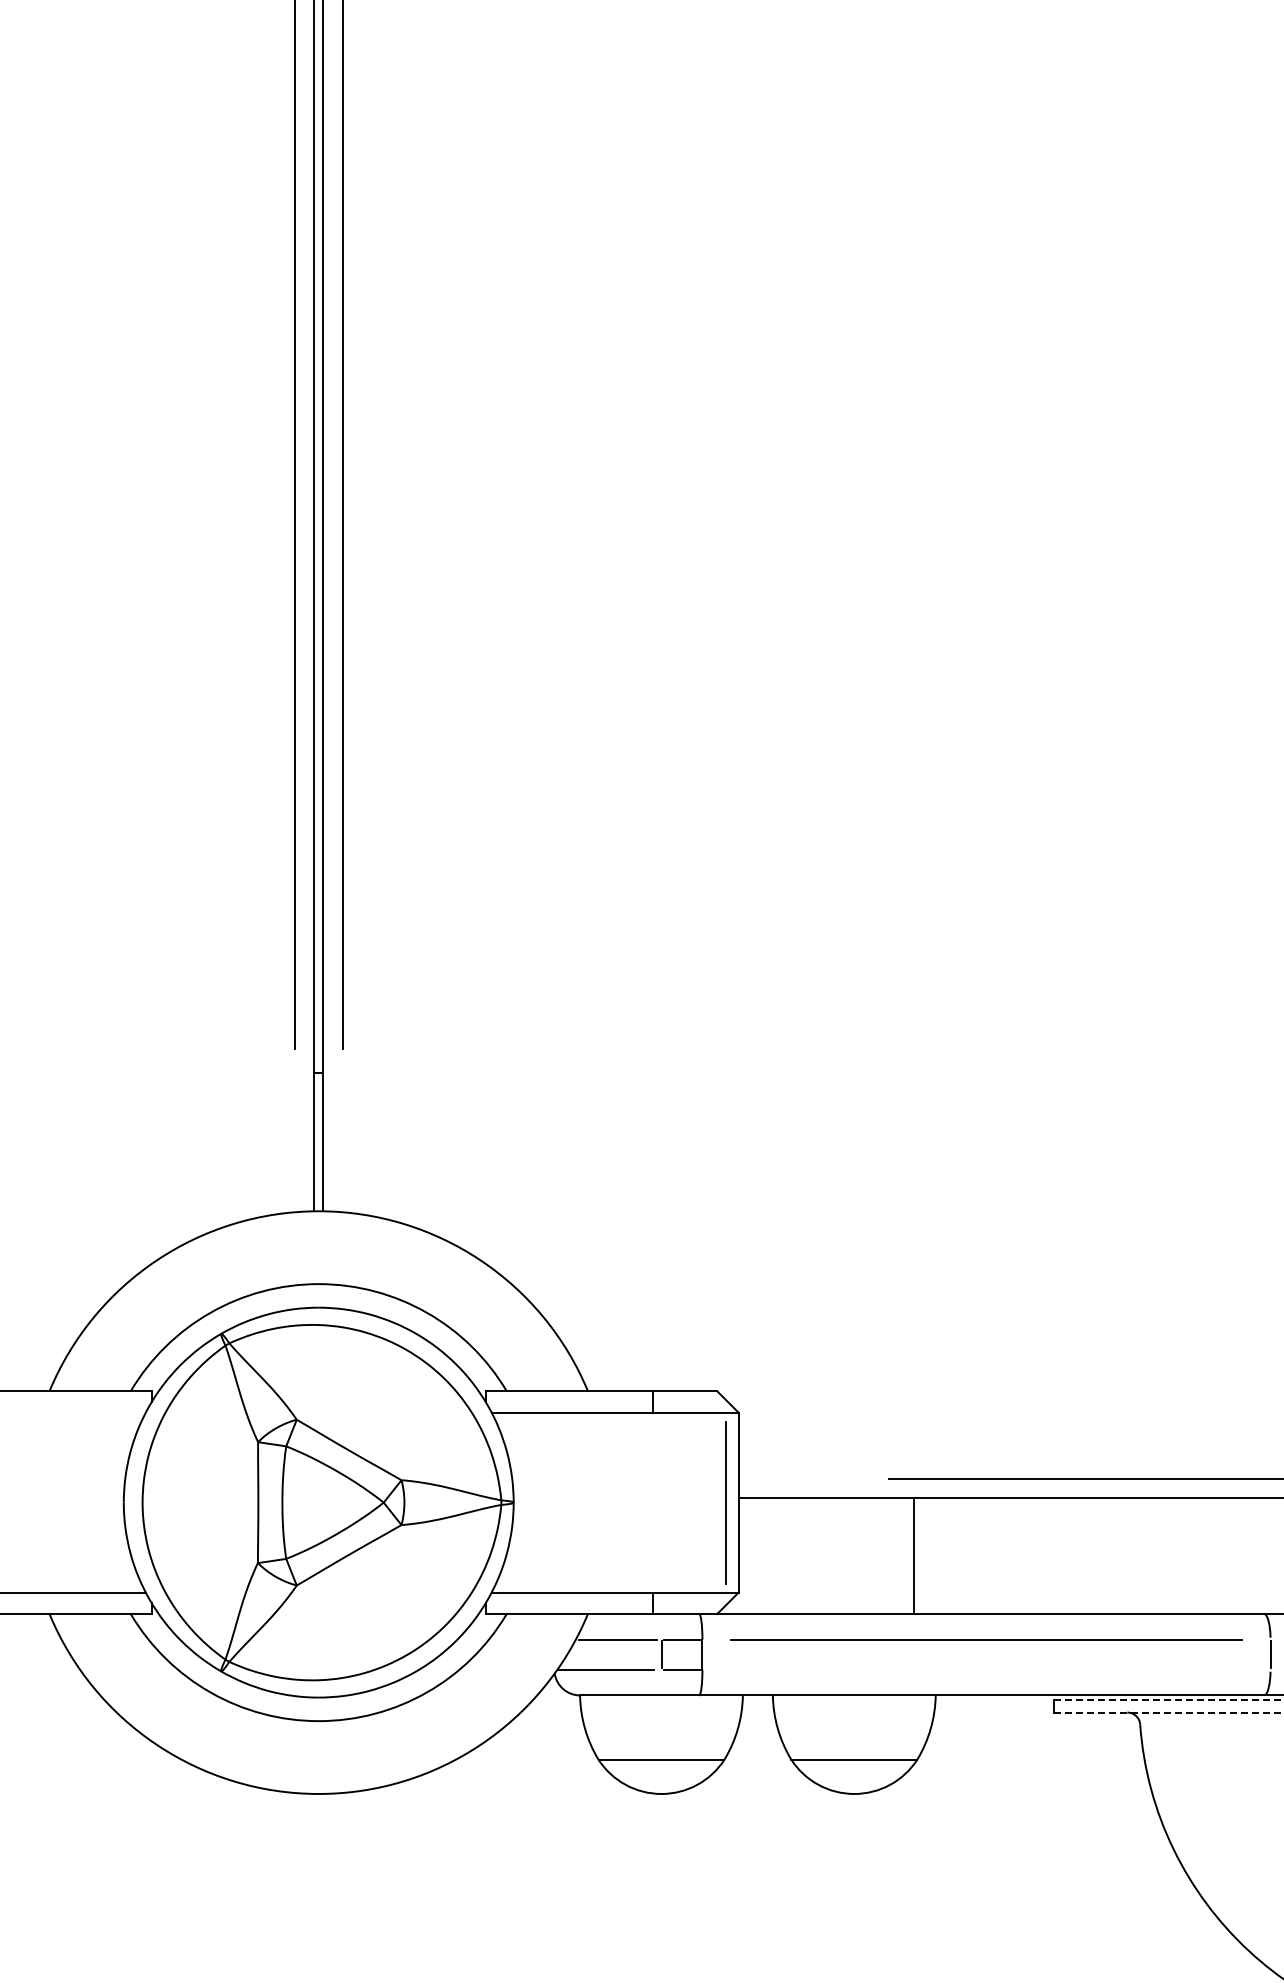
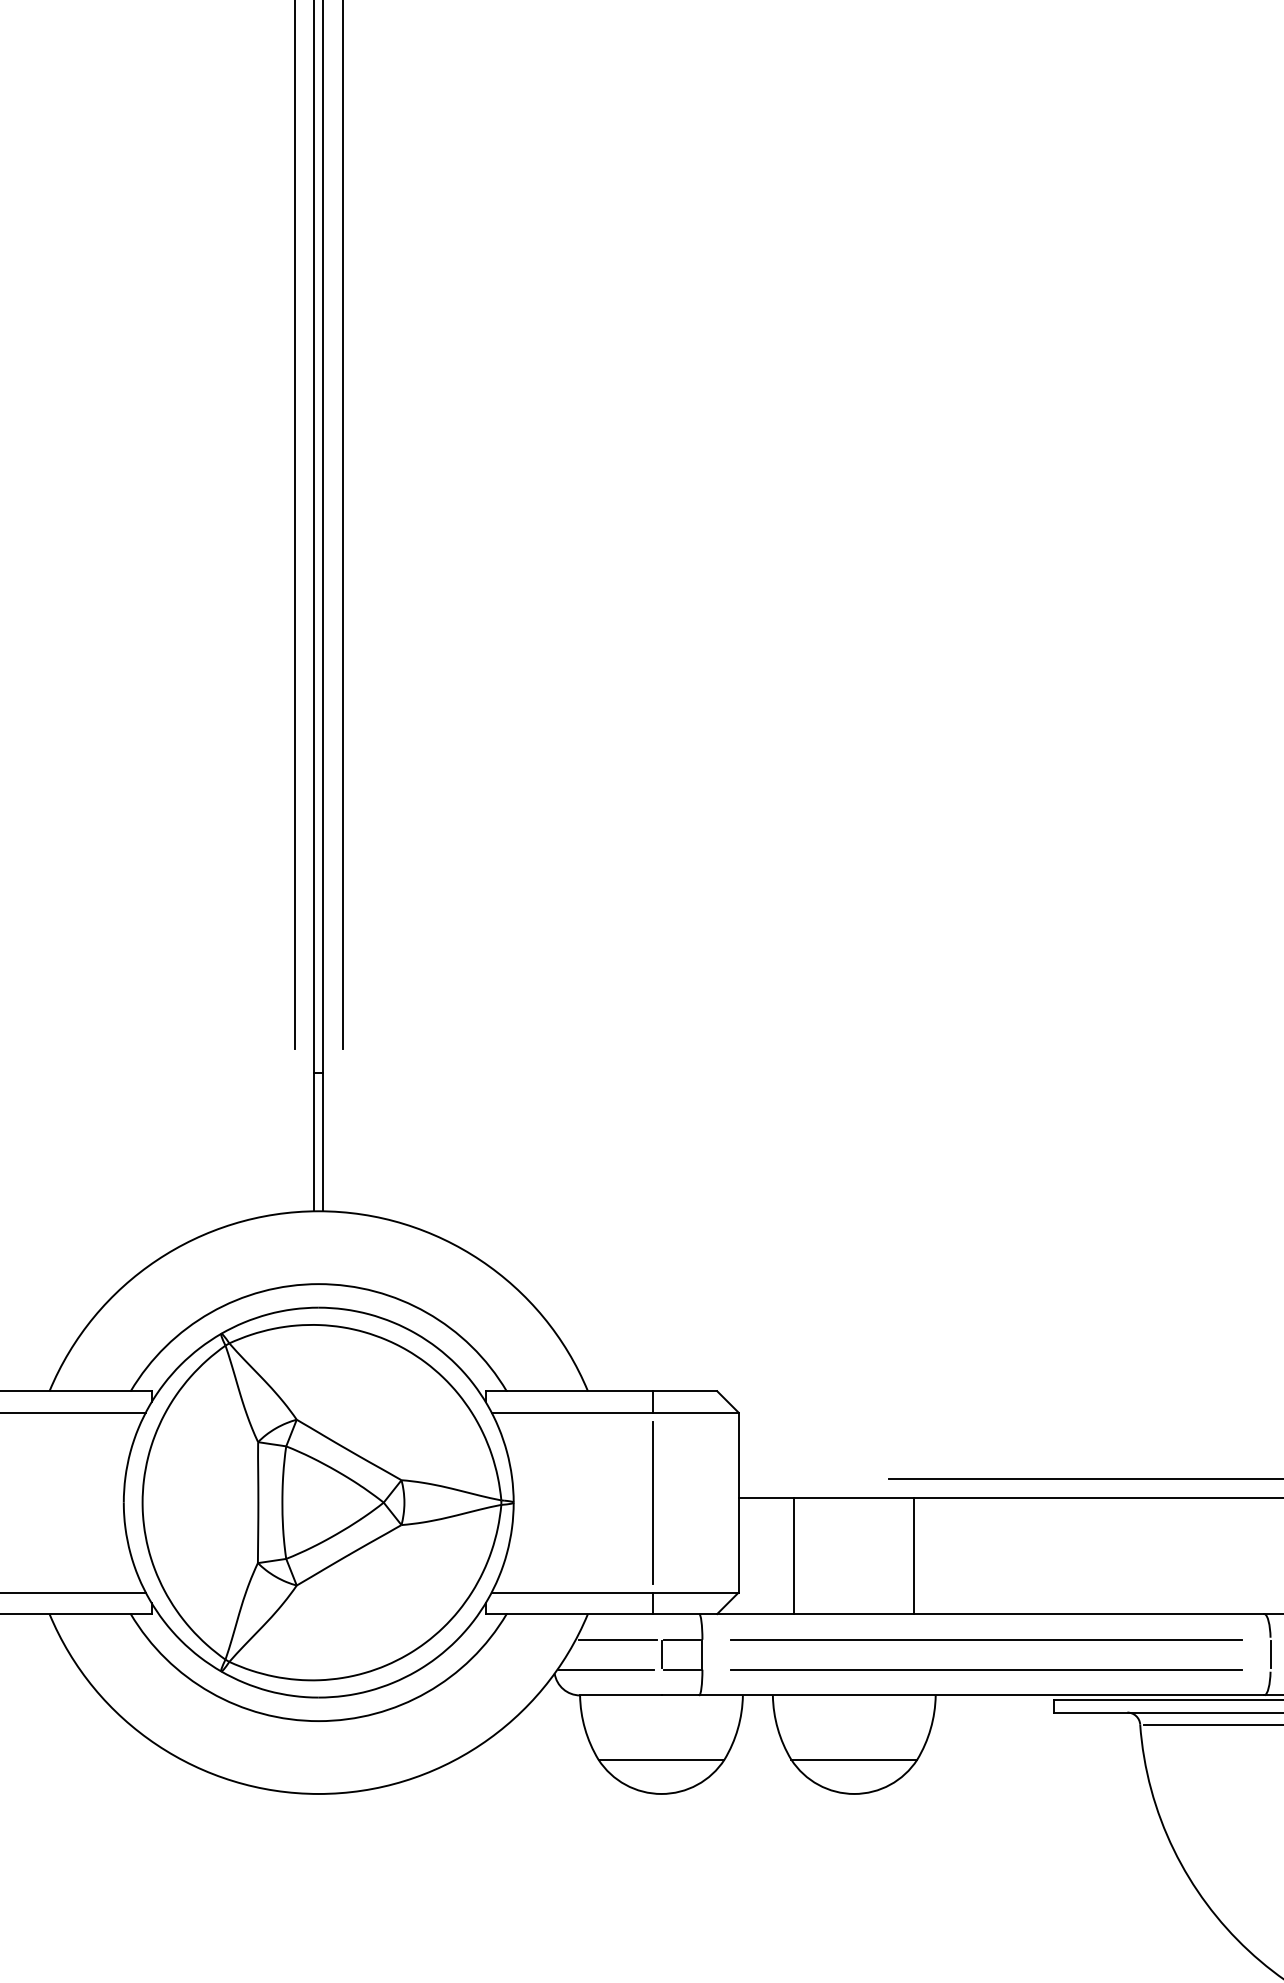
line at (73, 1412): none -> present
line at (725, 1502) position: (725, 1502) -> (652, 1502)
line at (794, 1556): none -> present
line at (986, 1669): none -> present
line at (1168, 1699): dashed -> solid
line at (1168, 1712): dashed -> solid
line at (1212, 1724): none -> present
